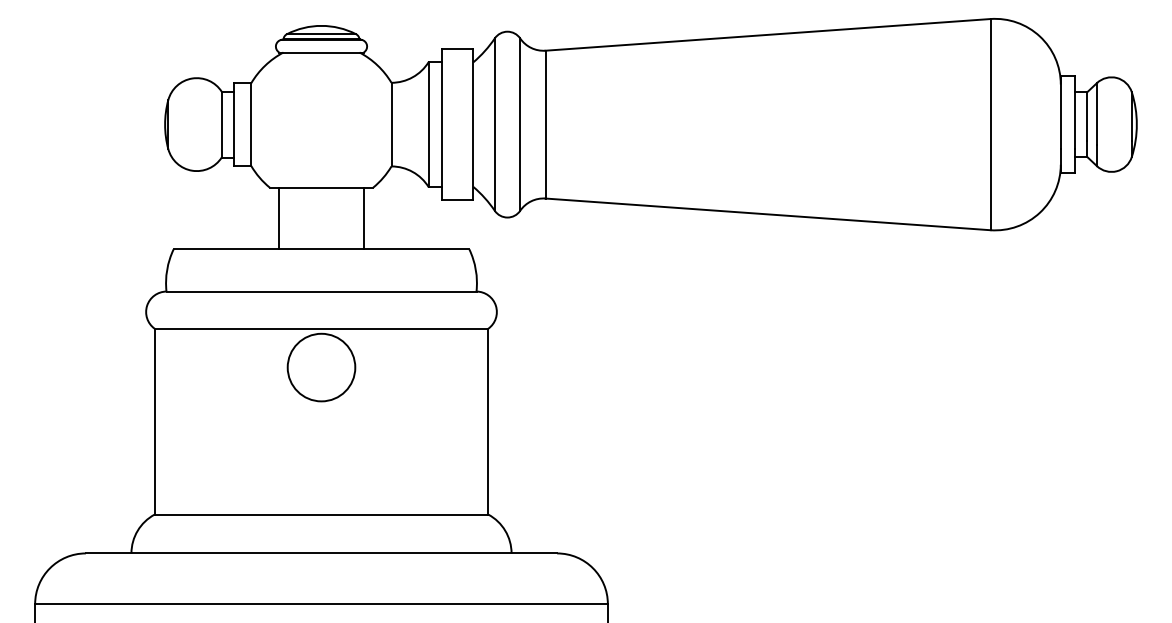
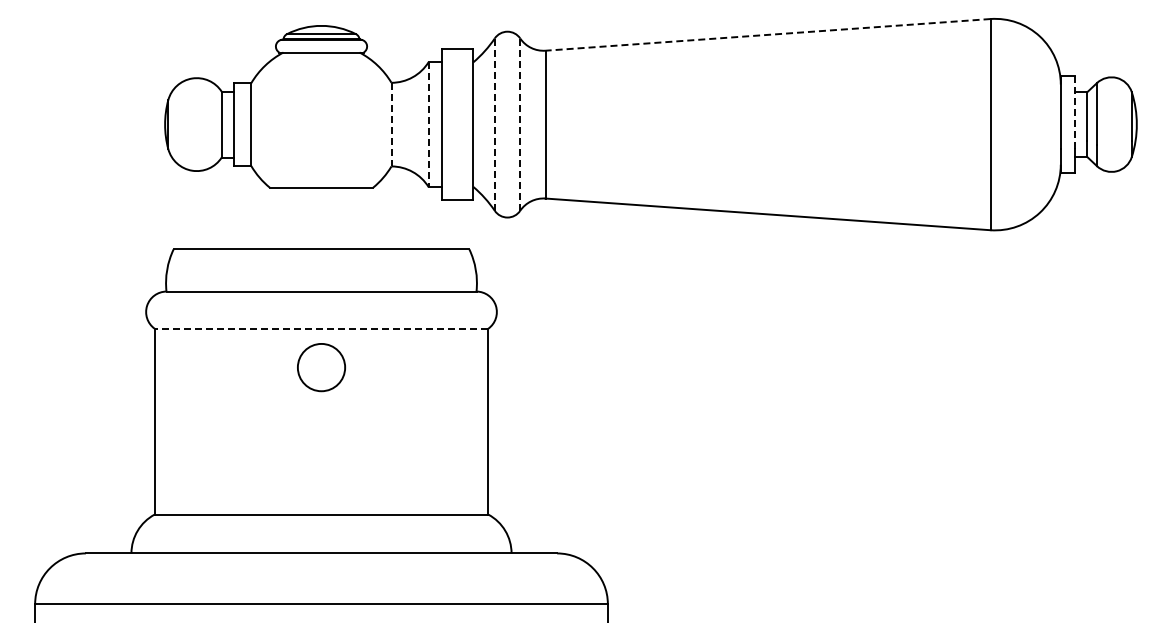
line at (767, 34): solid -> dashed
line at (1074, 112): solid -> dashed
line at (391, 124): solid -> dashed
line at (428, 124): solid -> dashed
line at (494, 124): solid -> dashed
line at (520, 124): solid -> dashed
line at (279, 218): present -> none
line at (363, 218): present -> none
line at (321, 328): solid -> dashed
circle at (321, 367) diameter: 68 px -> 47 px
